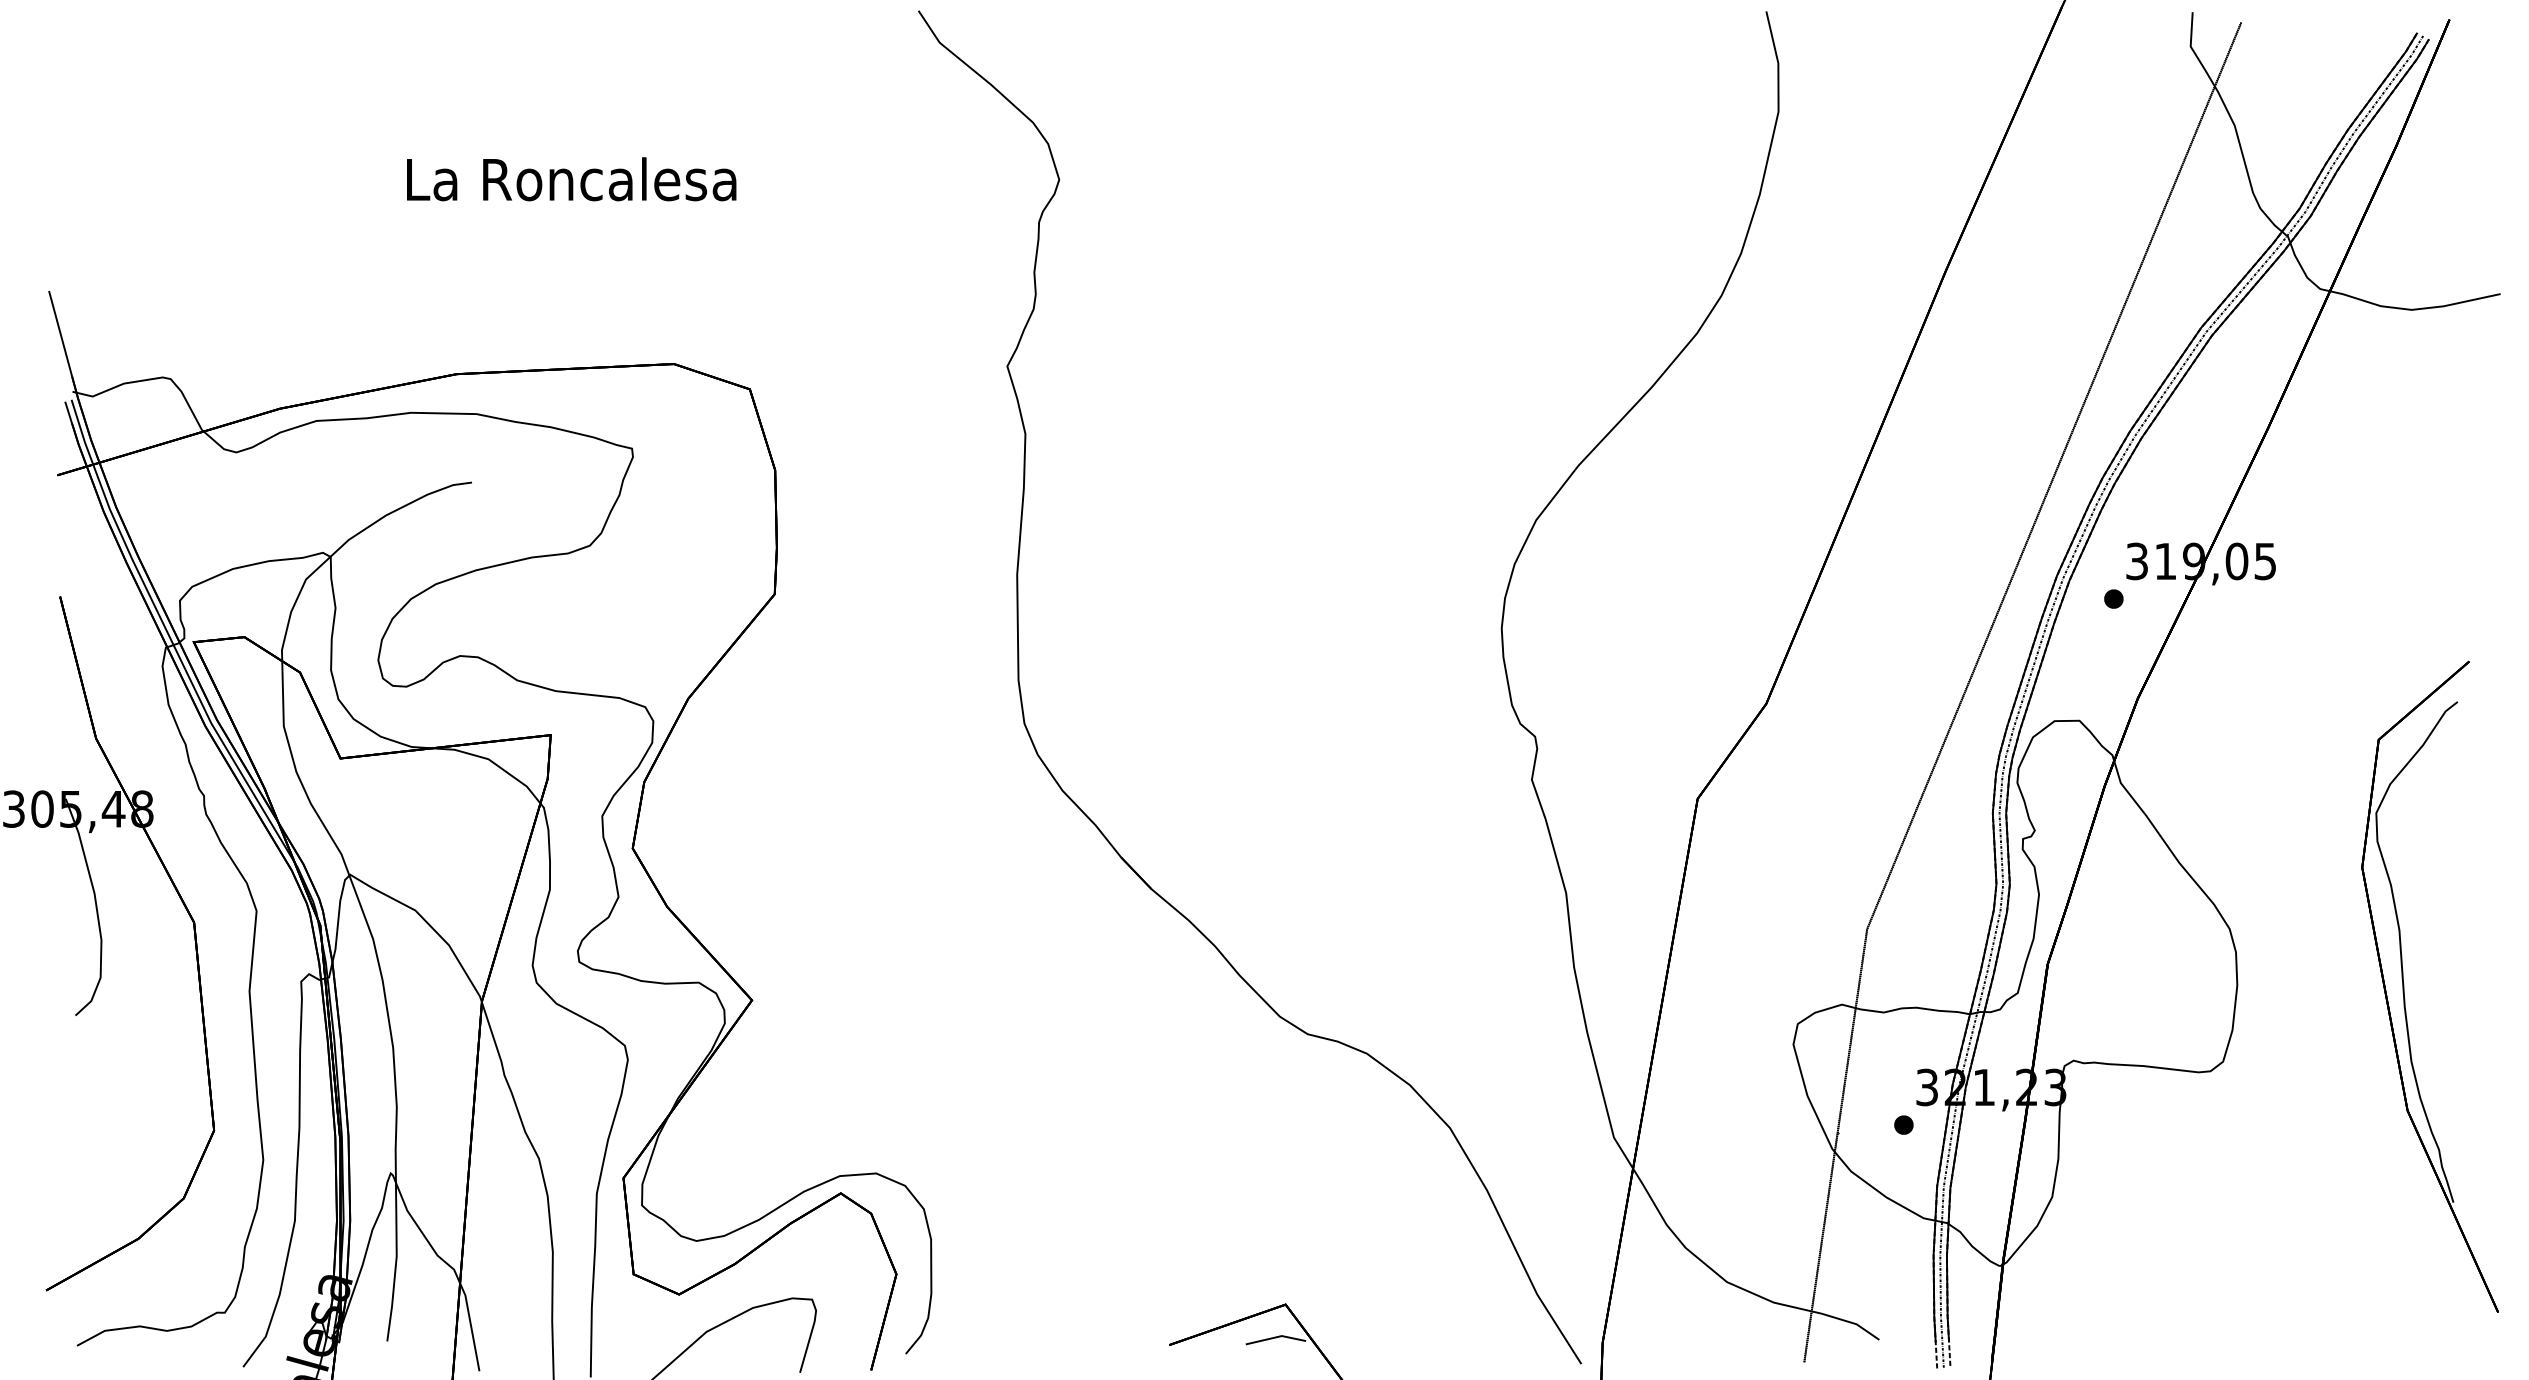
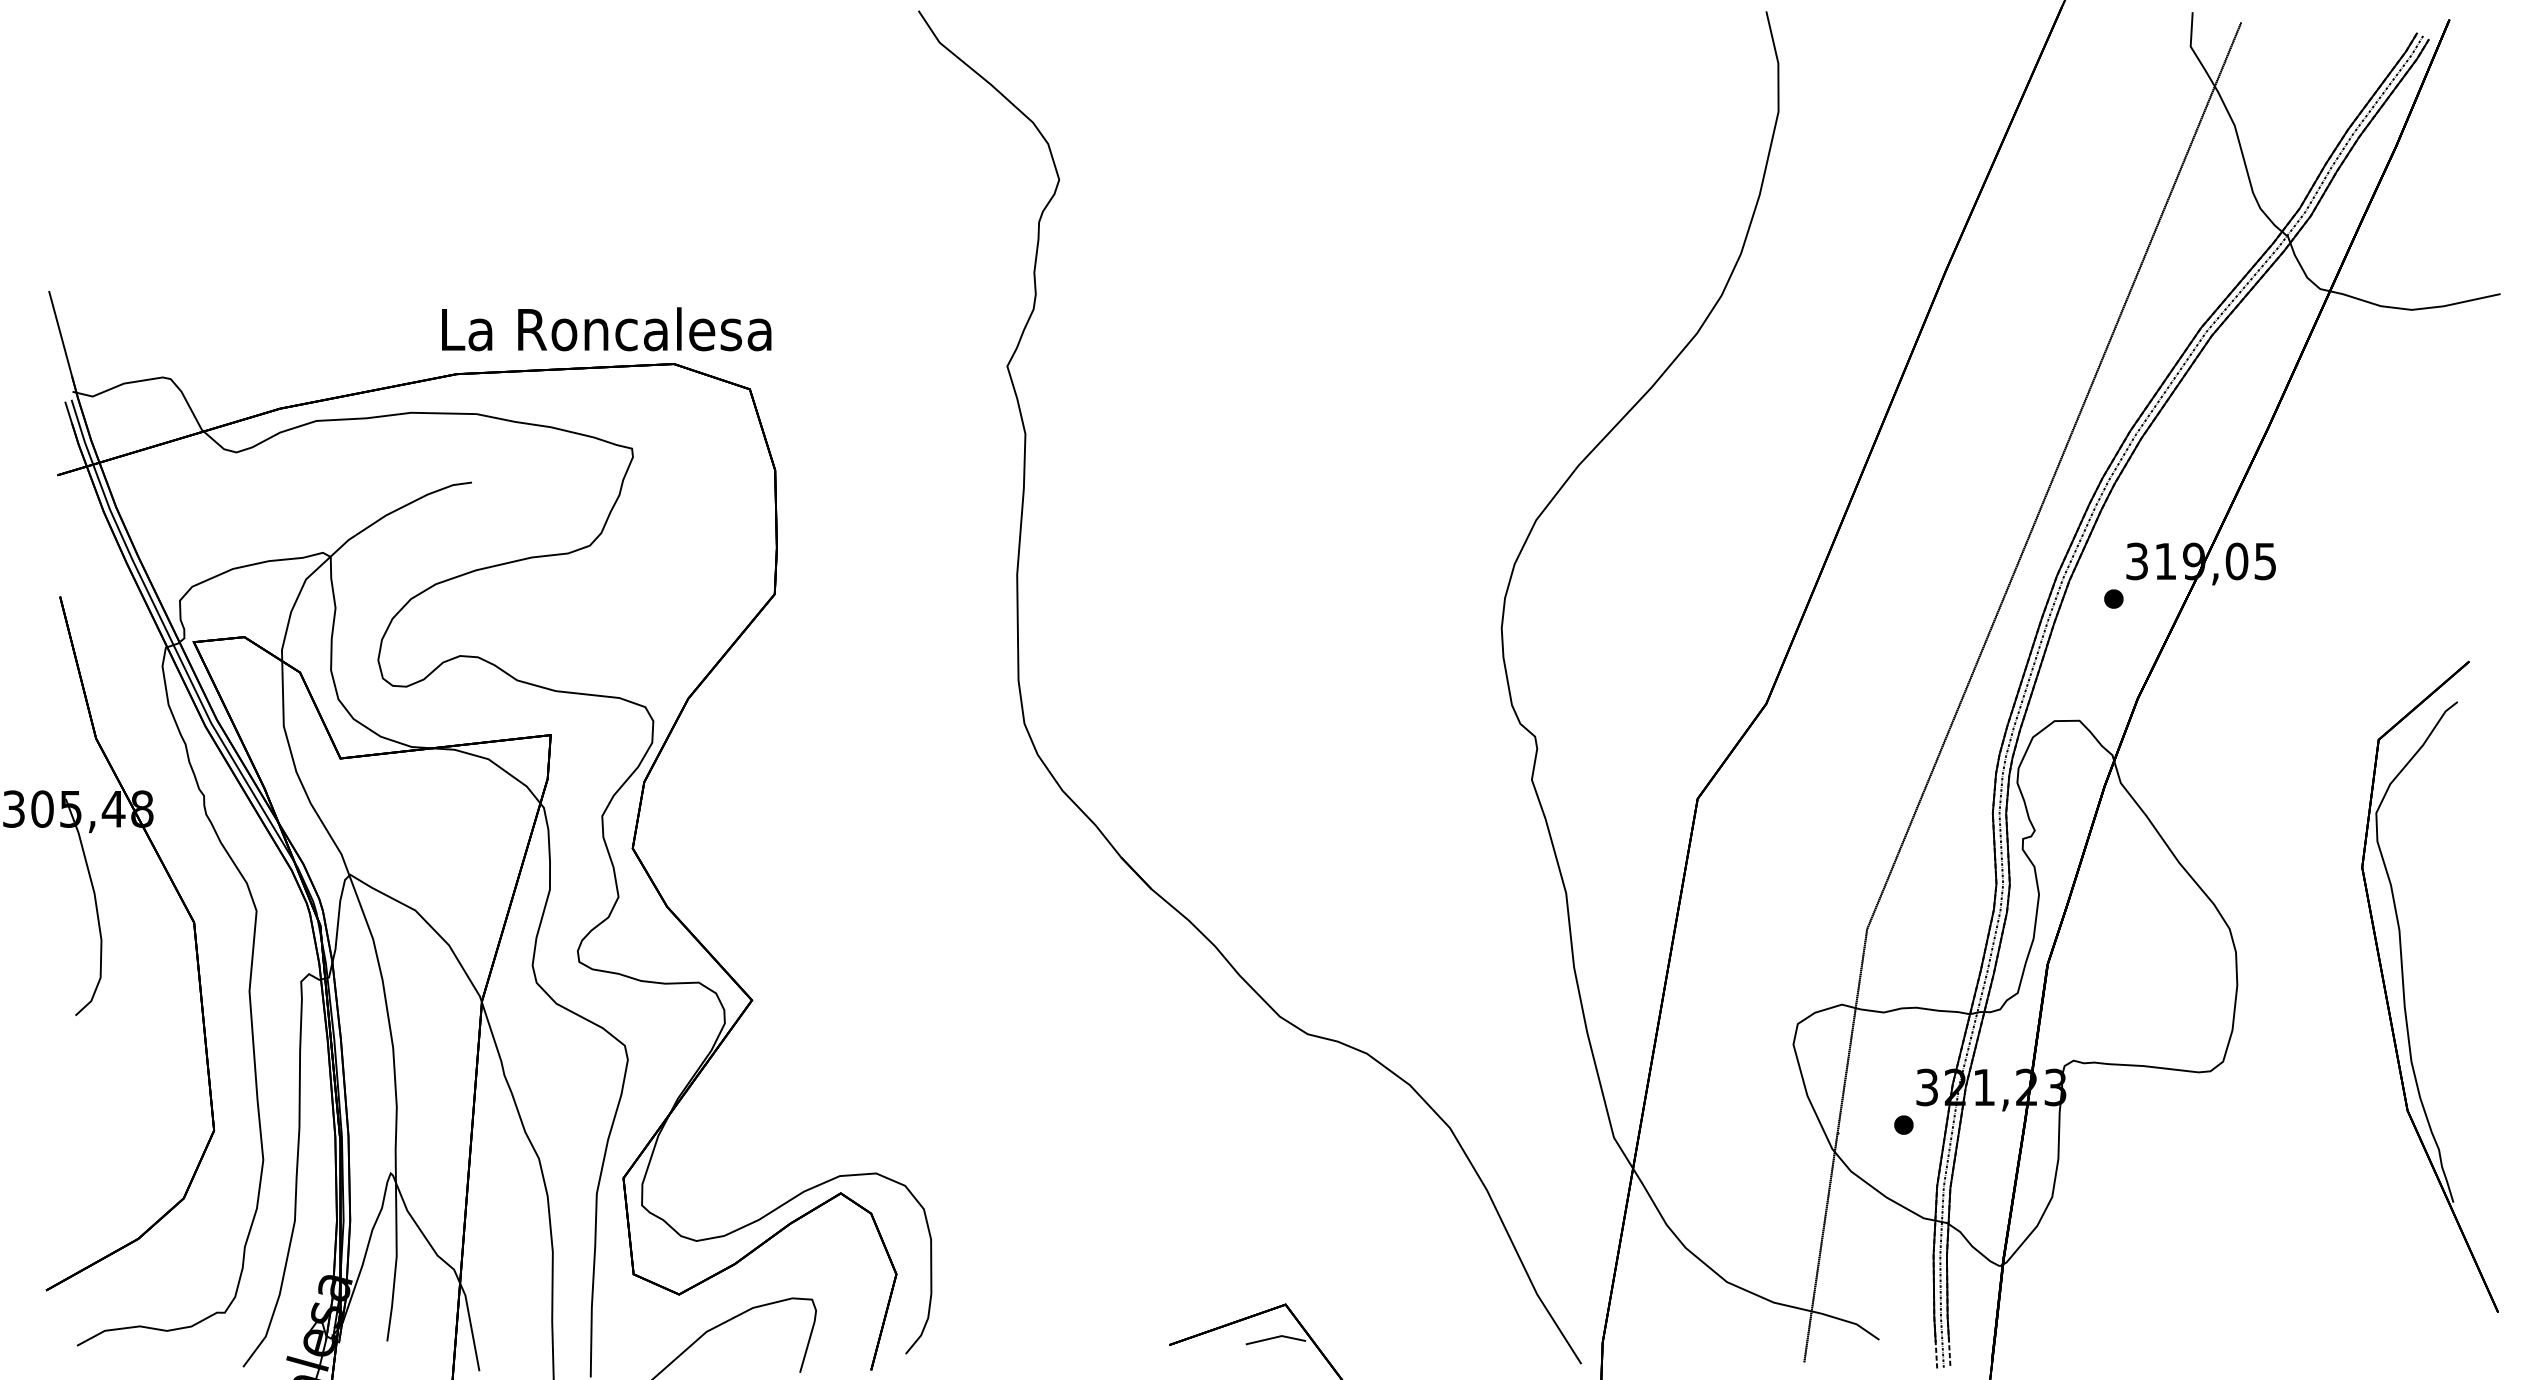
text at (571, 179) position: (571, 179) -> (606, 329)
